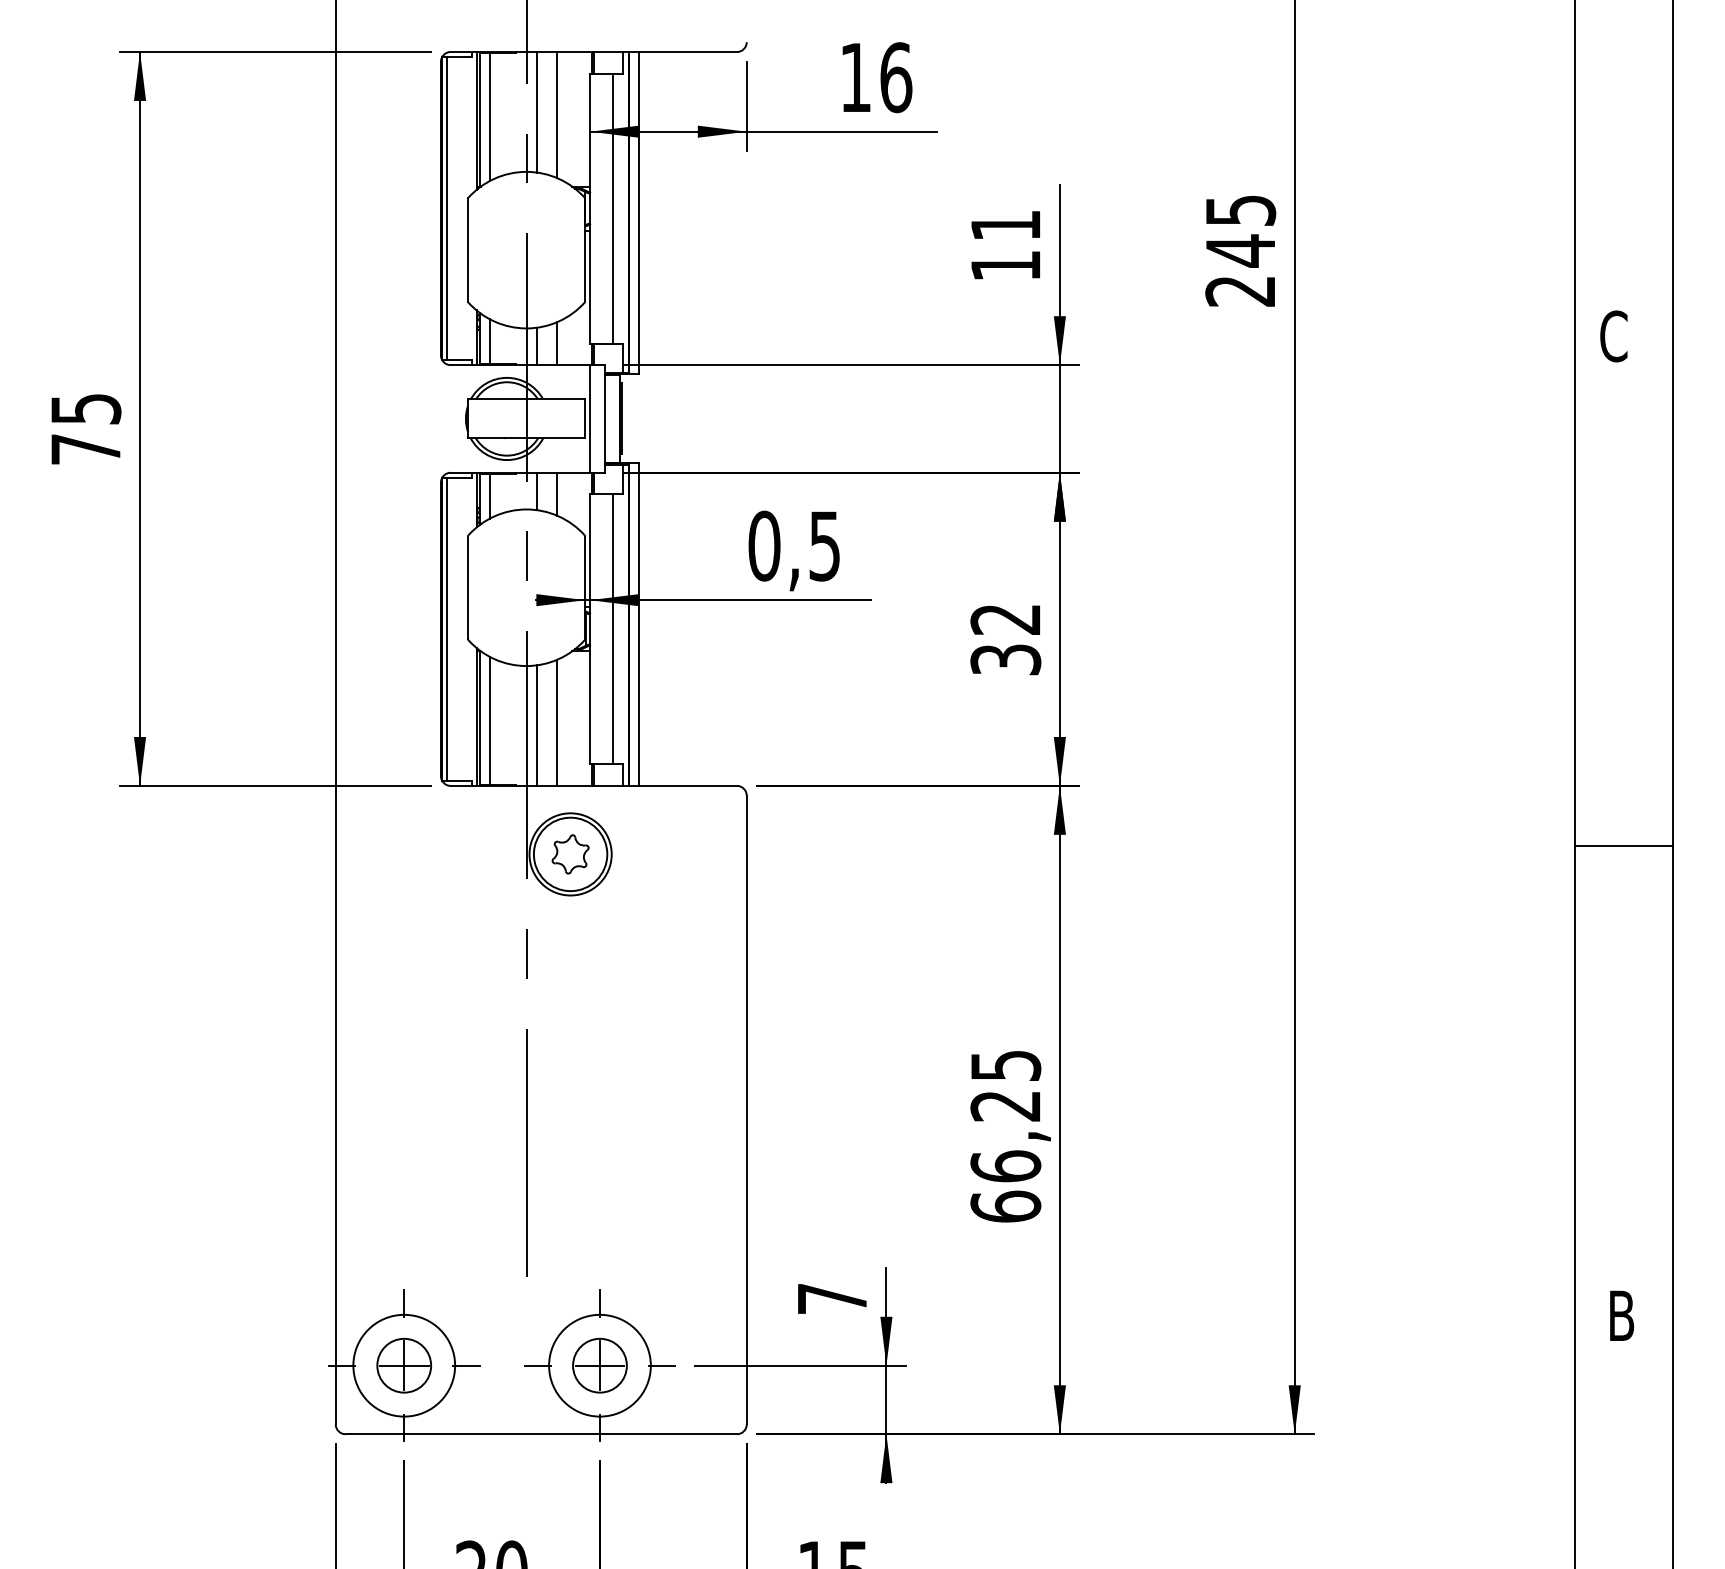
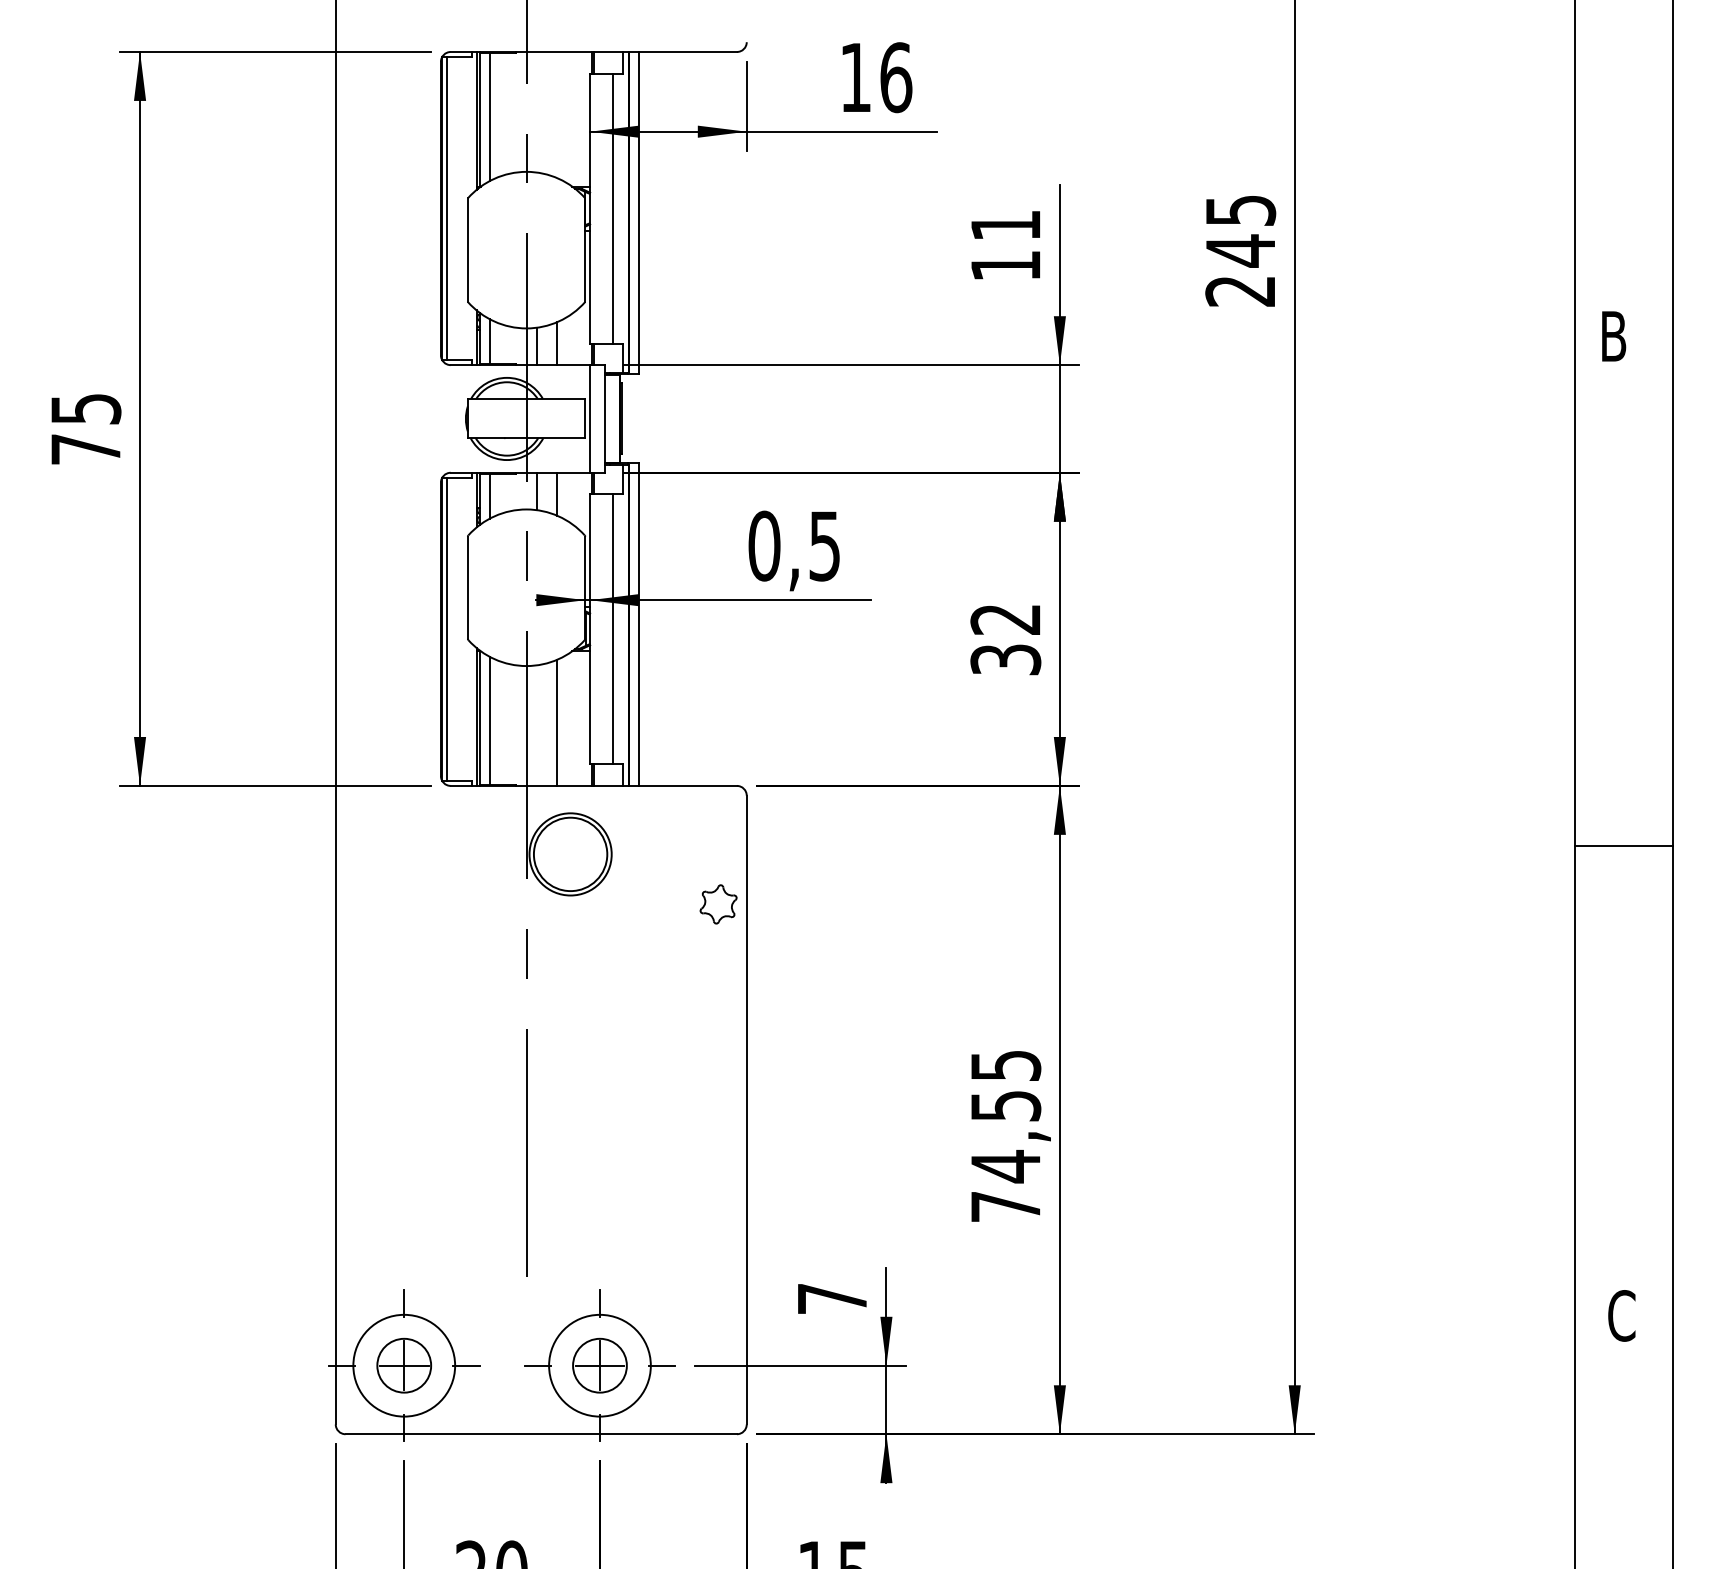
line at (536, 112): present -> none
line at (557, 115): present -> none
text at (1613, 336): C -> B
line at (536, 725): present -> none
part at (570, 854) position: (570, 854) -> (718, 904)
text at (1005, 1156): 66,25 -> 74,55
text at (1621, 1315): B -> C
